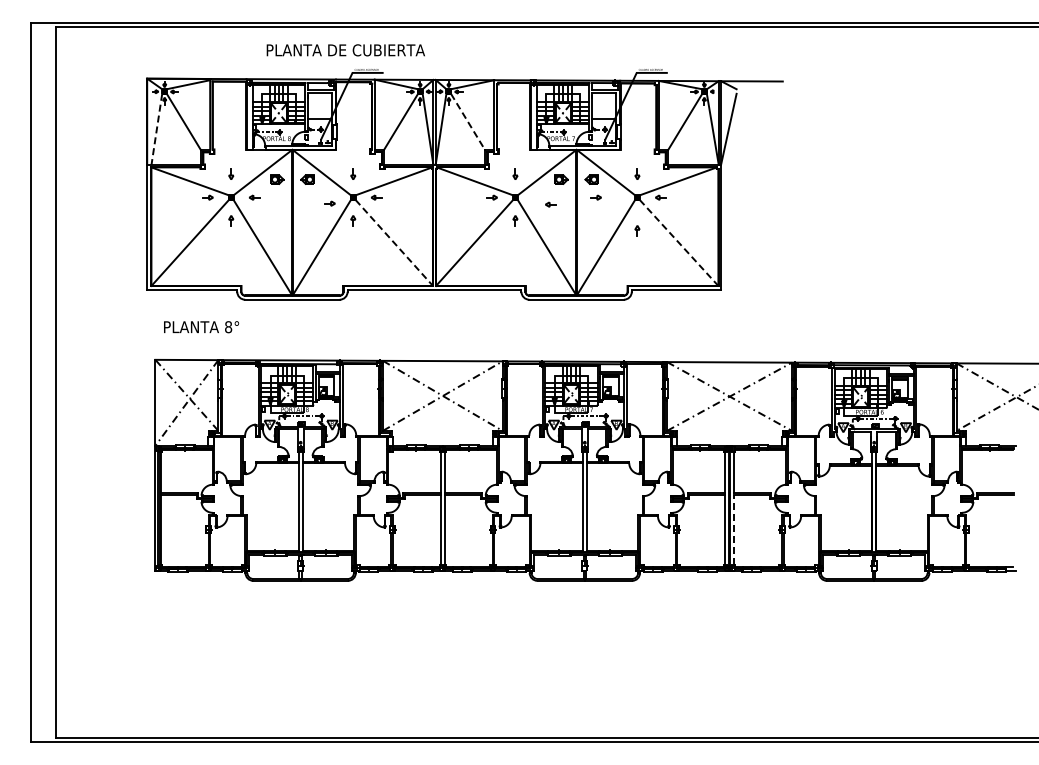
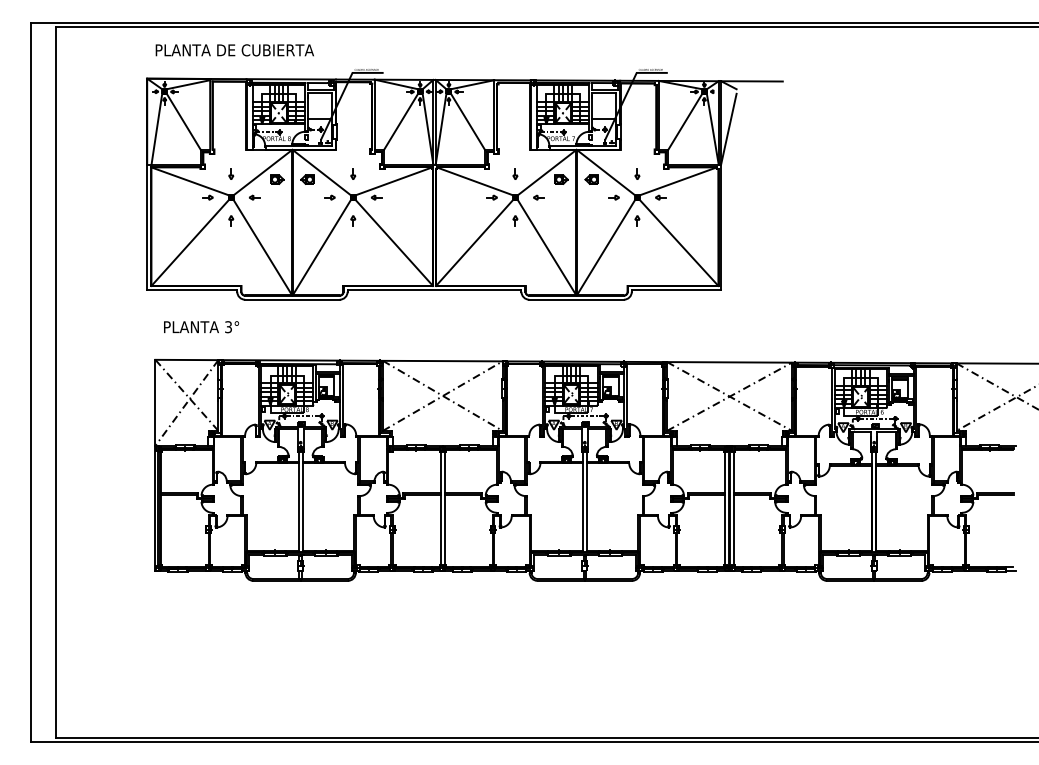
text at (345, 50) position: (345, 50) -> (234, 50)
line at (467, 121): dashed -> solid
line at (156, 129): dashed -> solid
part at (595, 197) position: (595, 197) -> (613, 197)
part at (329, 203) position: (329, 203) -> (329, 197)
part at (550, 204) position: (550, 204) -> (538, 197)
part at (637, 230) position: (637, 230) -> (637, 220)
line at (394, 242): dashed -> solid
line at (679, 243): dashed -> solid
text at (228, 327): 8° -> 3°
line at (734, 529): dashed -> solid
